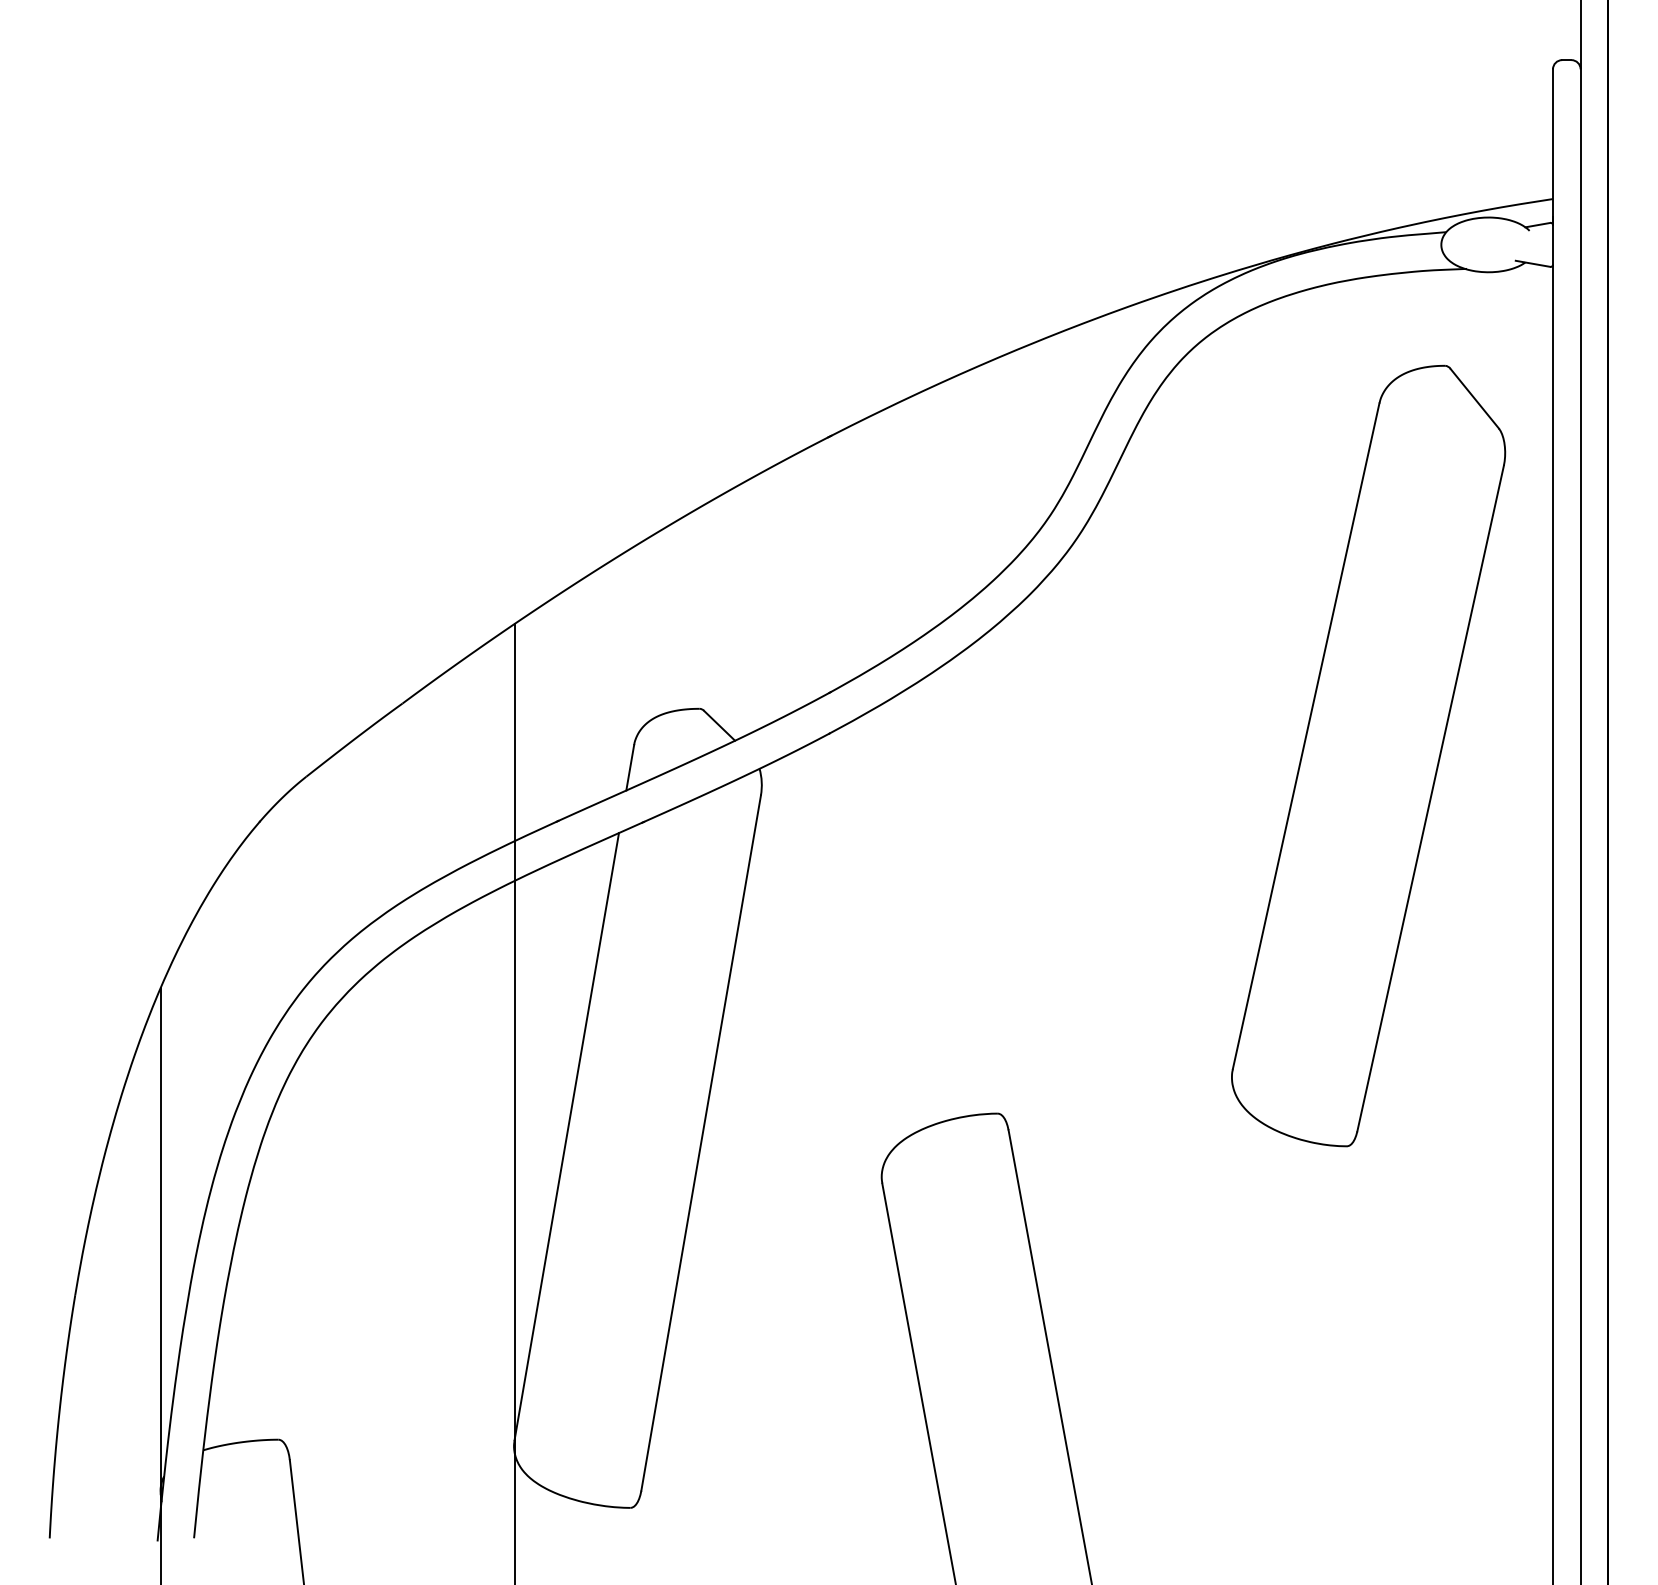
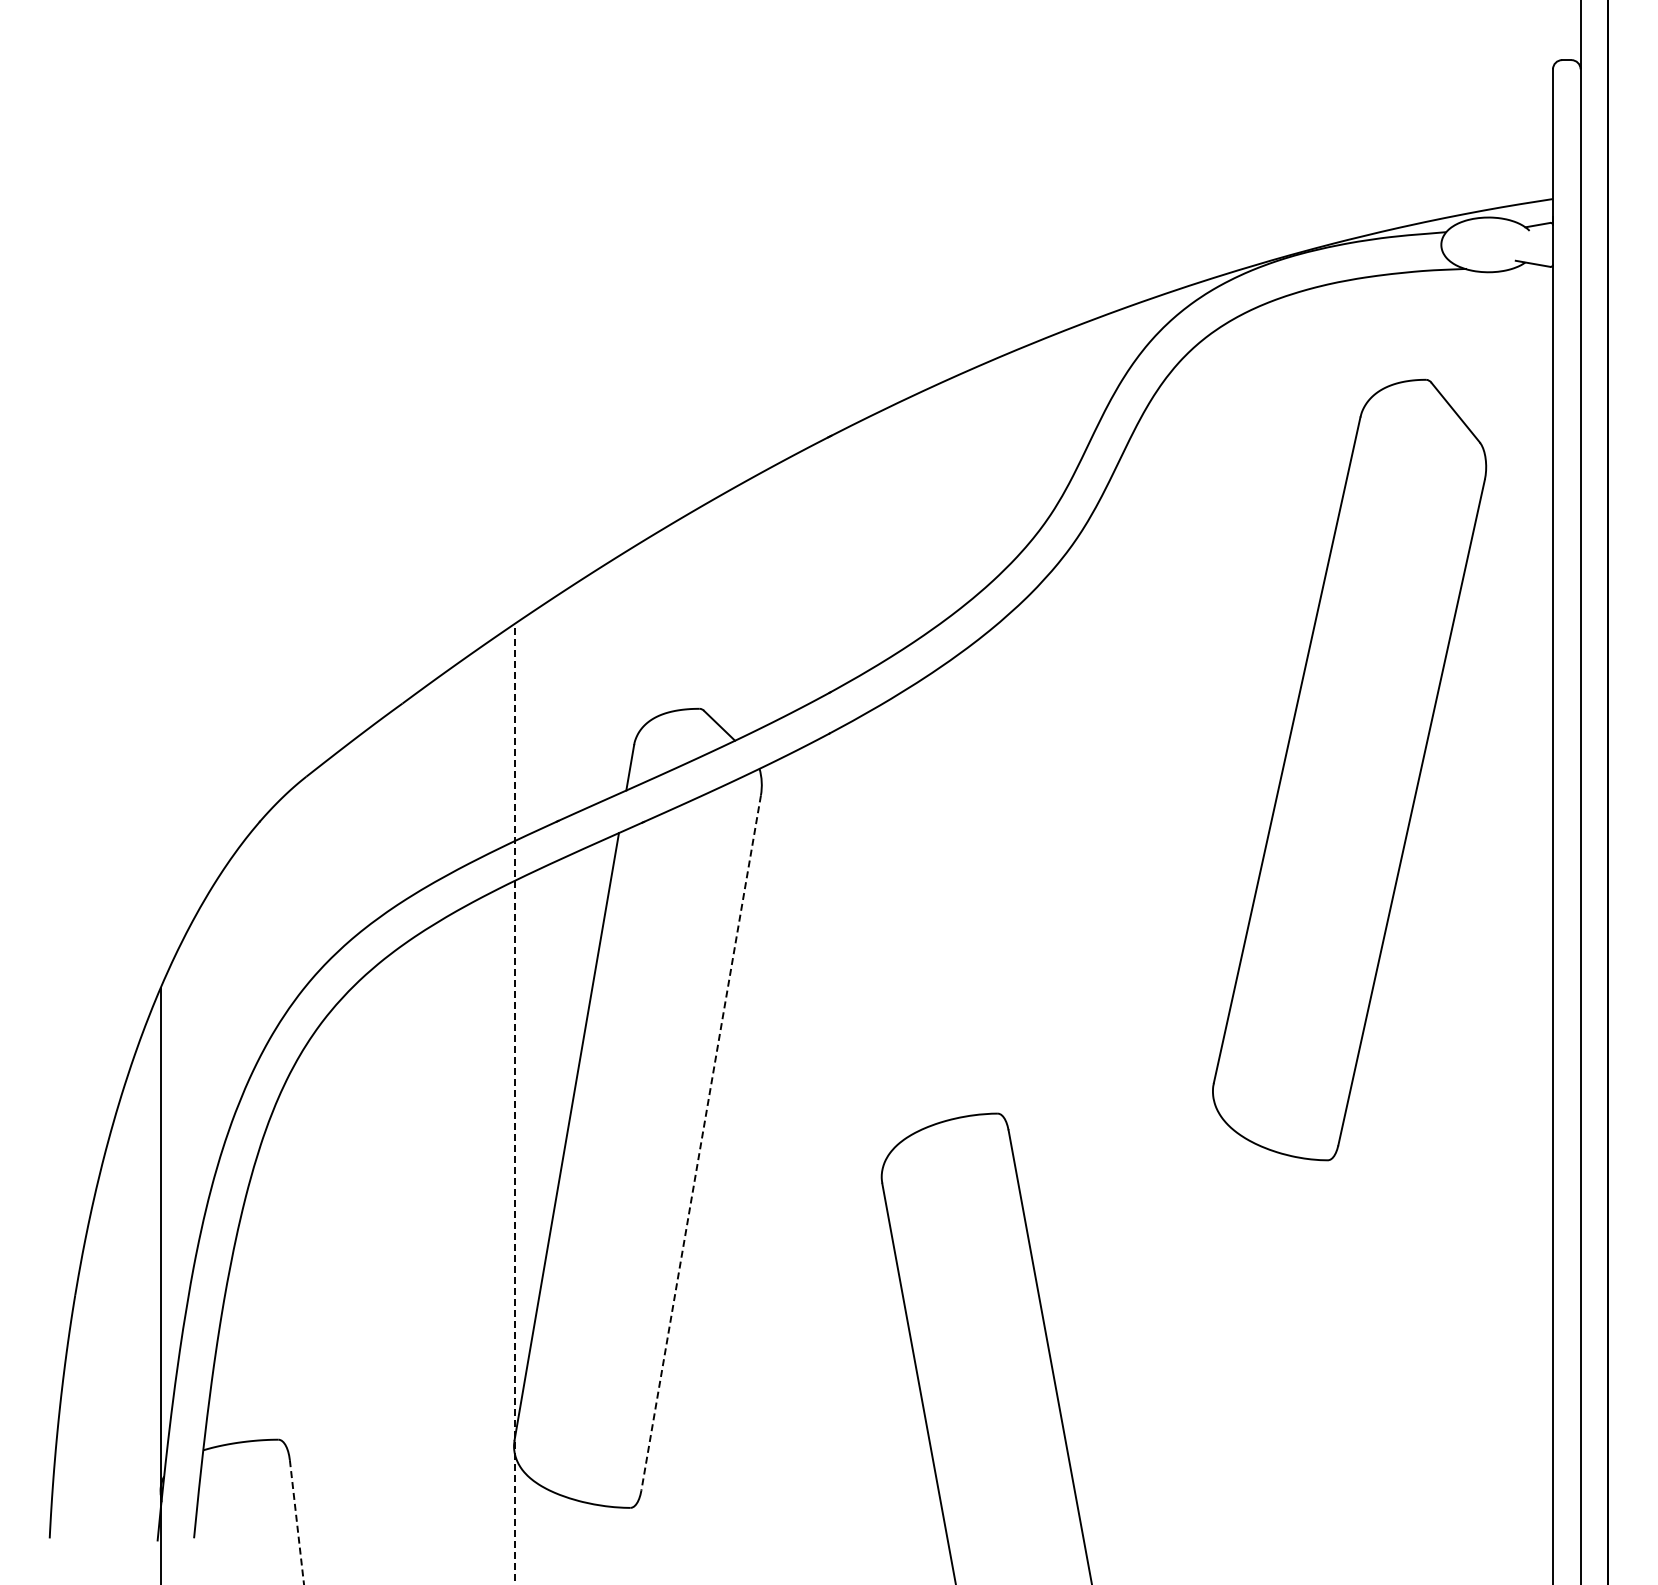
part at (1368, 755) position: (1368, 755) -> (1349, 769)
line at (514, 1103): solid -> dashed
line at (701, 1143): solid -> dashed
line at (297, 1522): solid -> dashed
